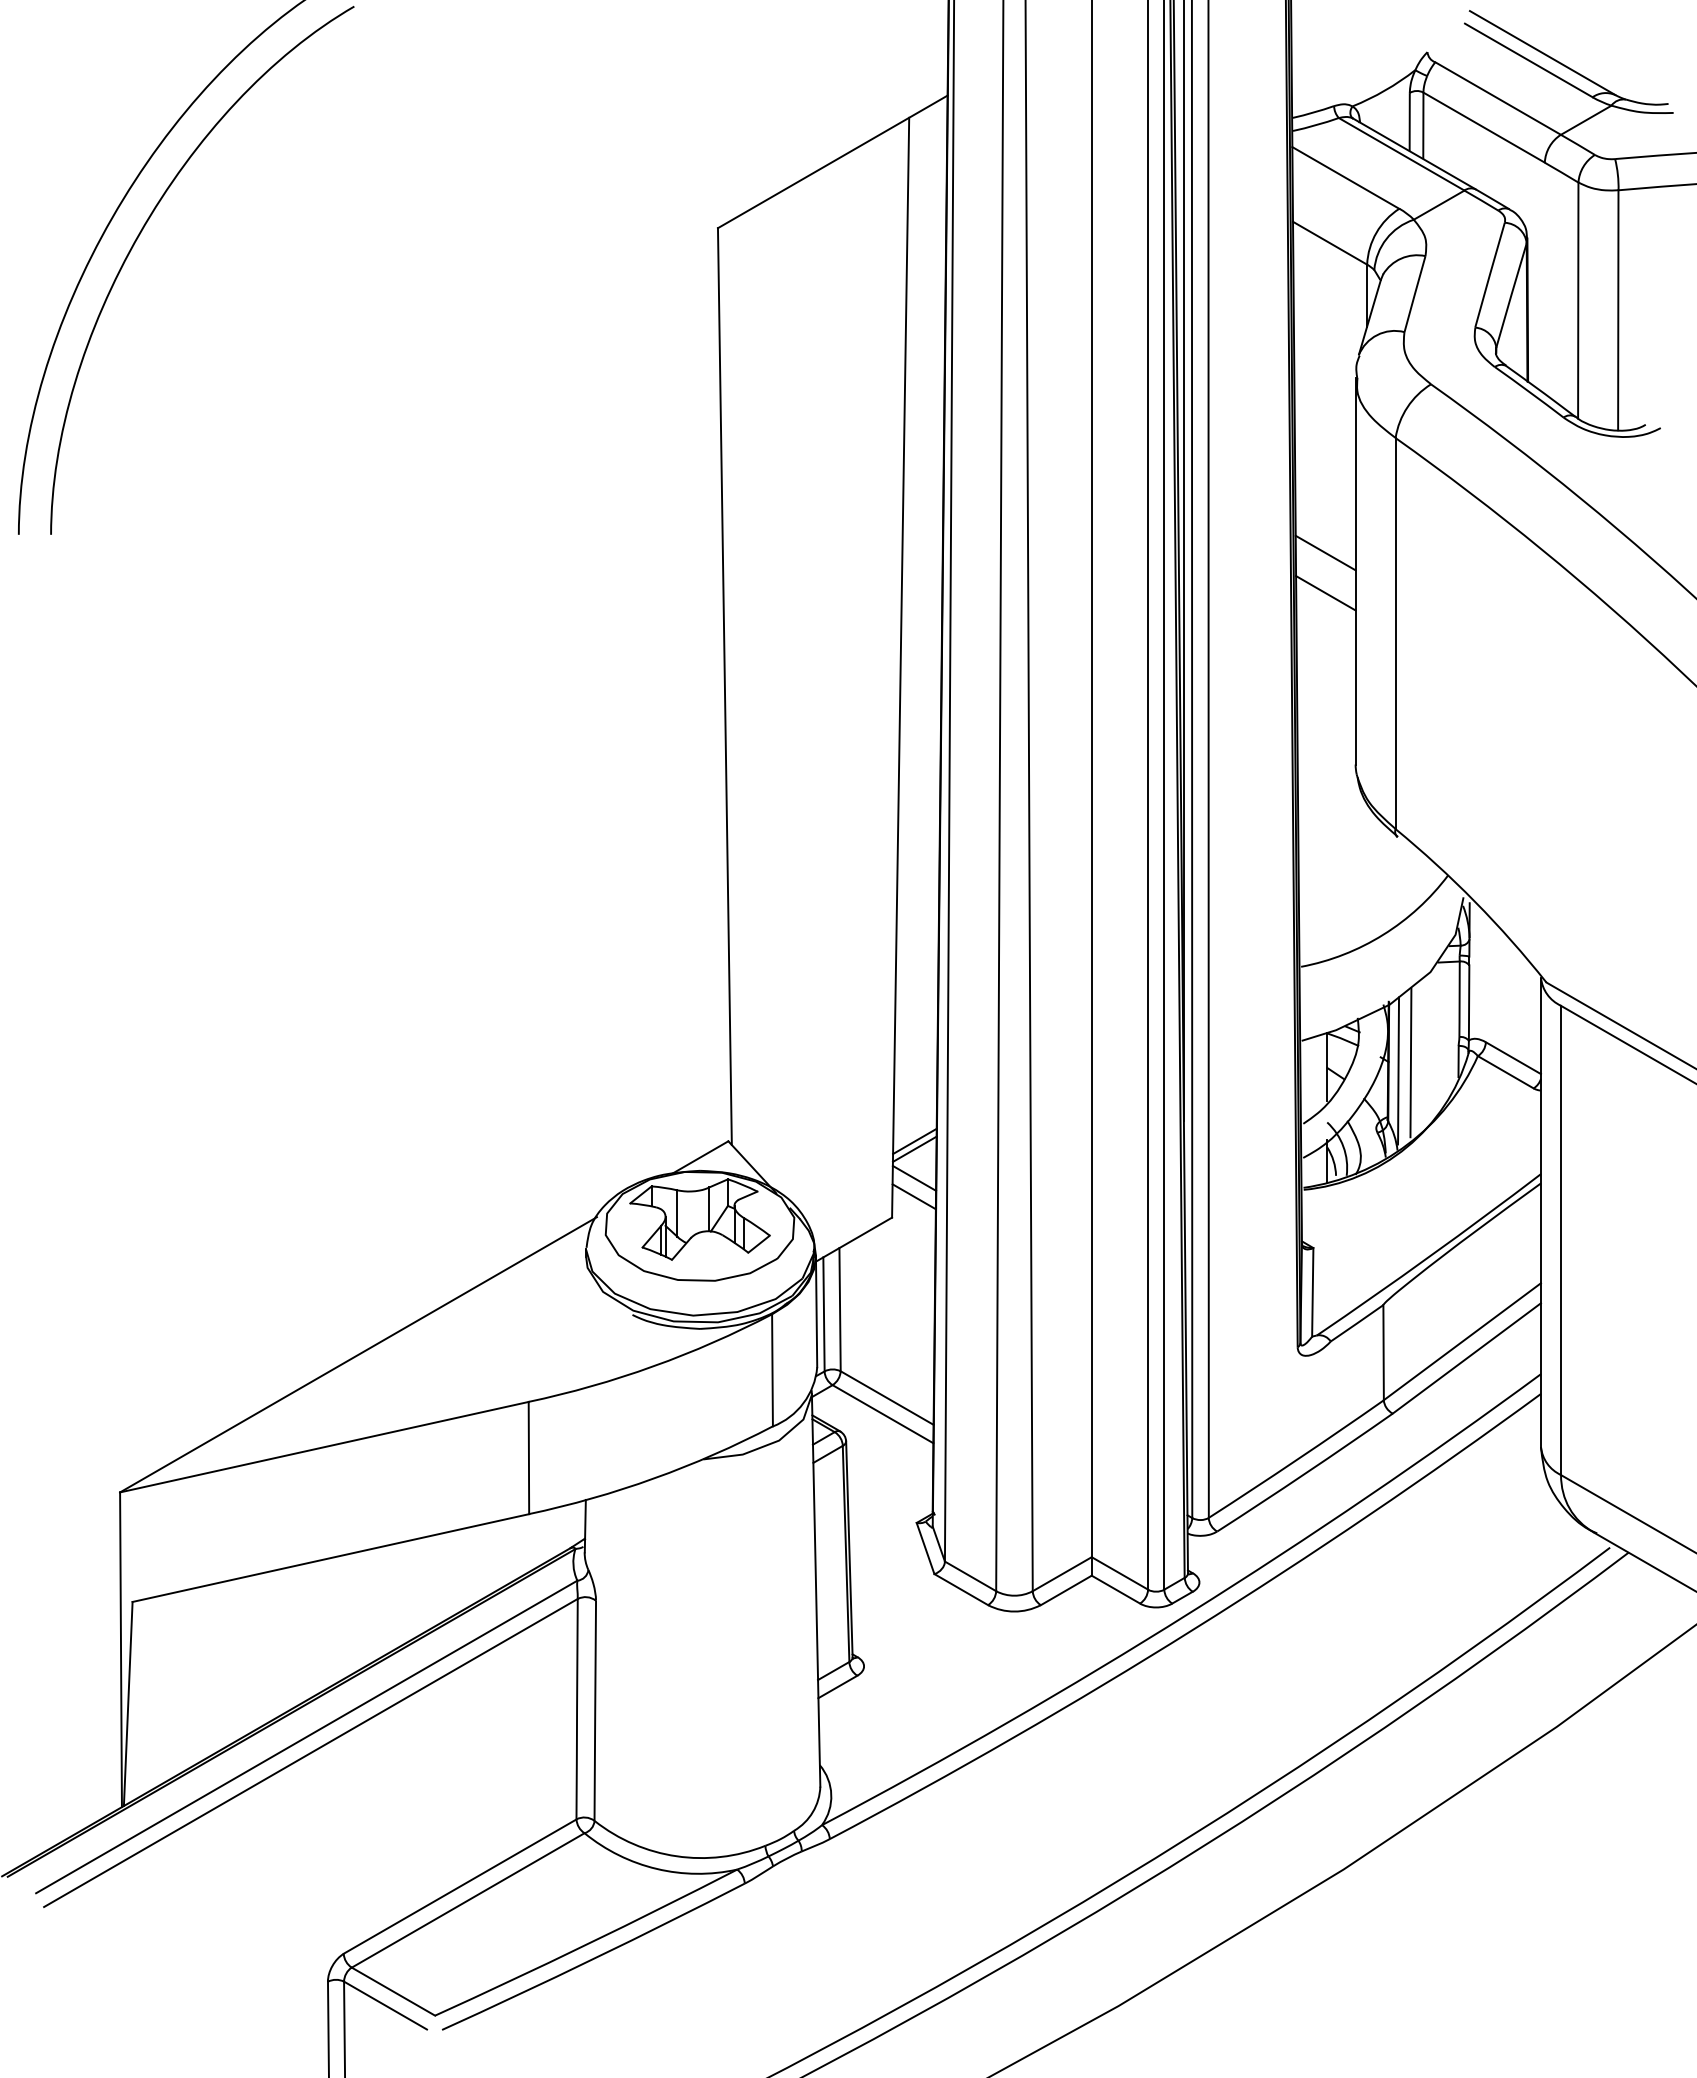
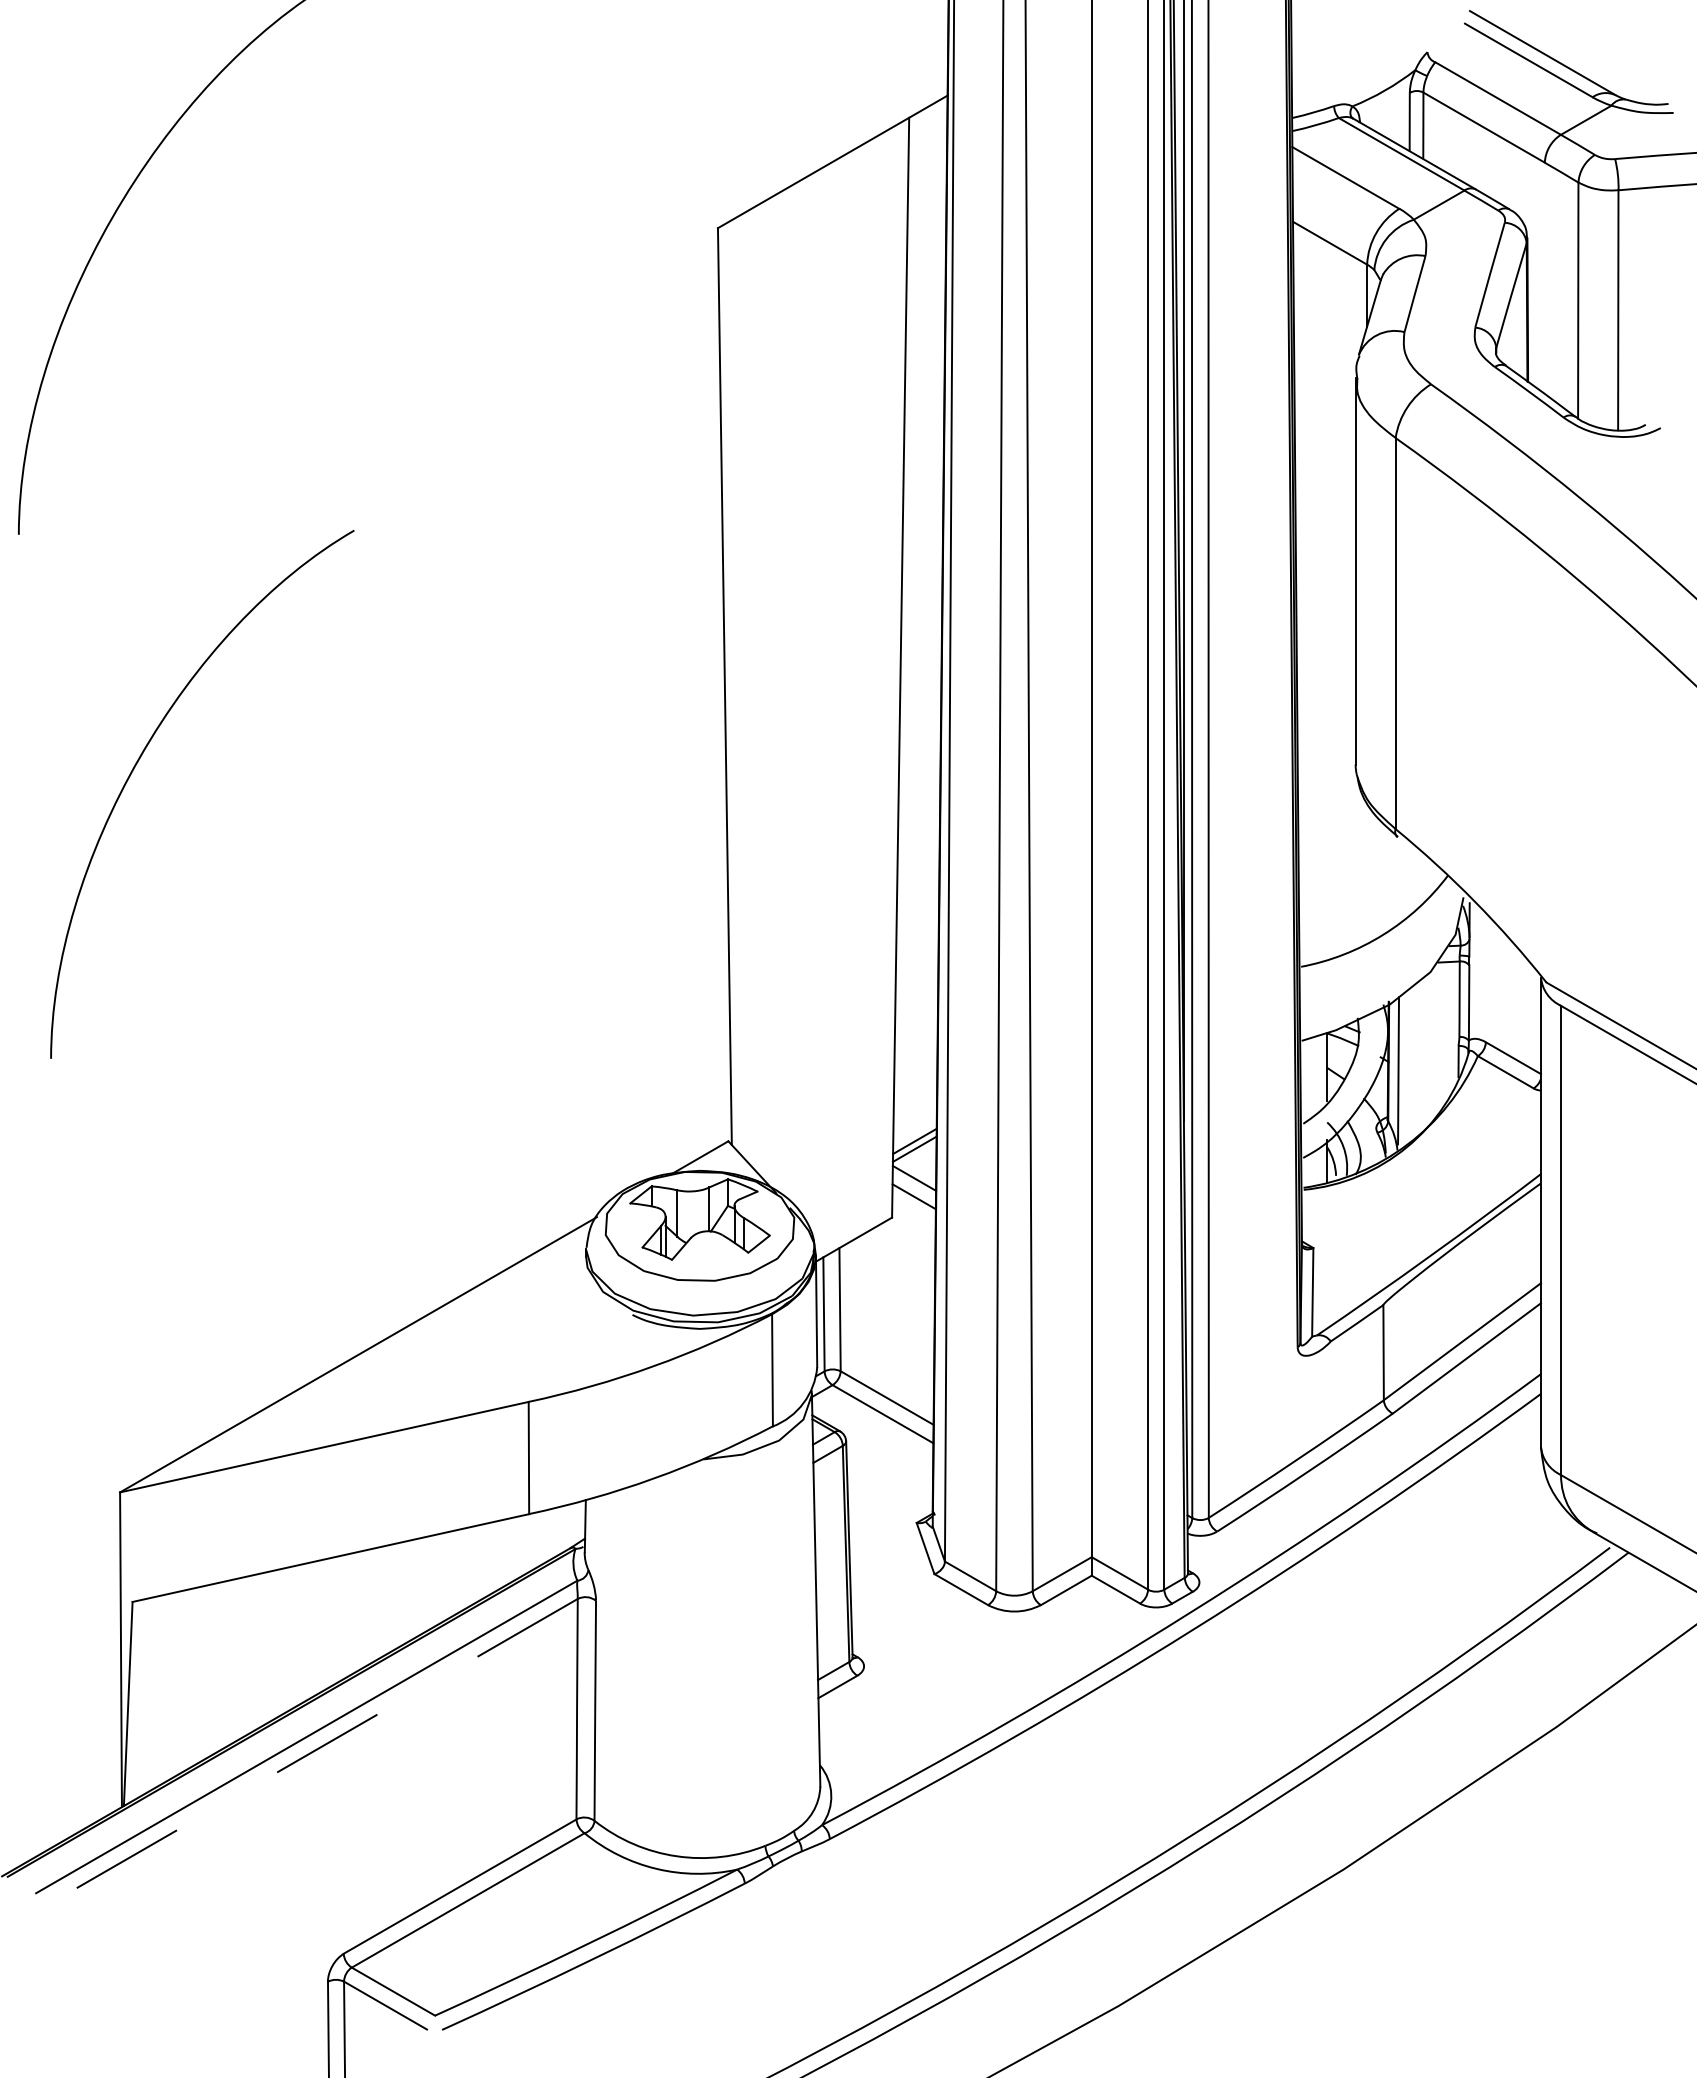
curve at (138, 238) position: (138, 238) -> (138, 762)
line at (1325, 552): present -> none
line at (1325, 593): present -> none
line at (1410, 1062): present -> none
line at (310, 1753): solid -> dashed
